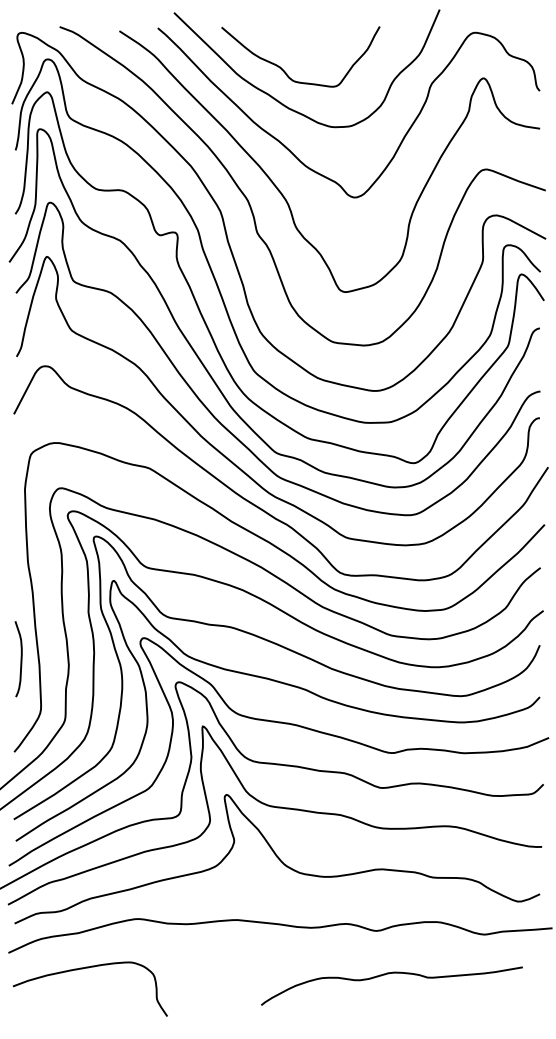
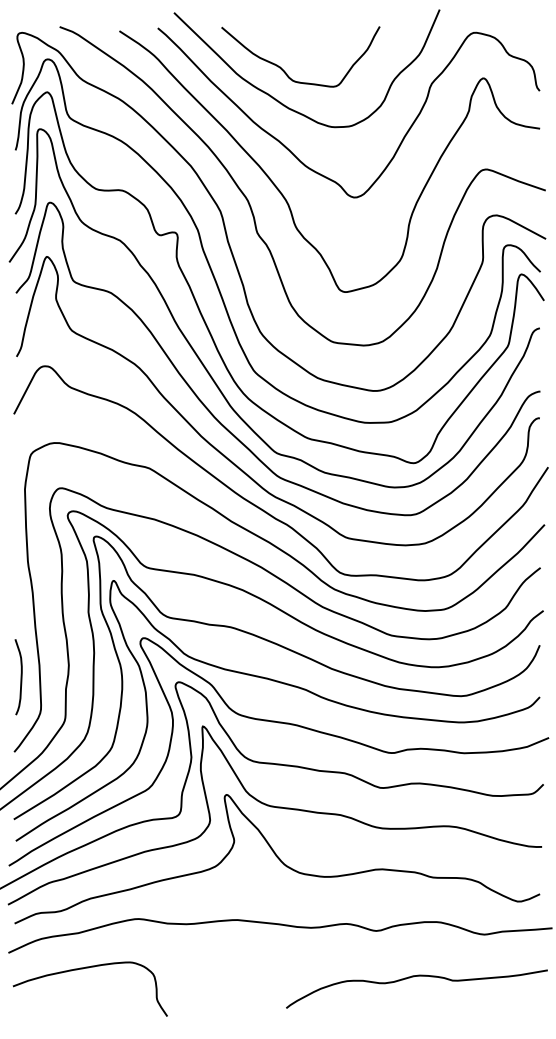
curve at (20, 659) position: (20, 659) -> (20, 677)
curve at (388, 974) position: (388, 974) -> (413, 977)
